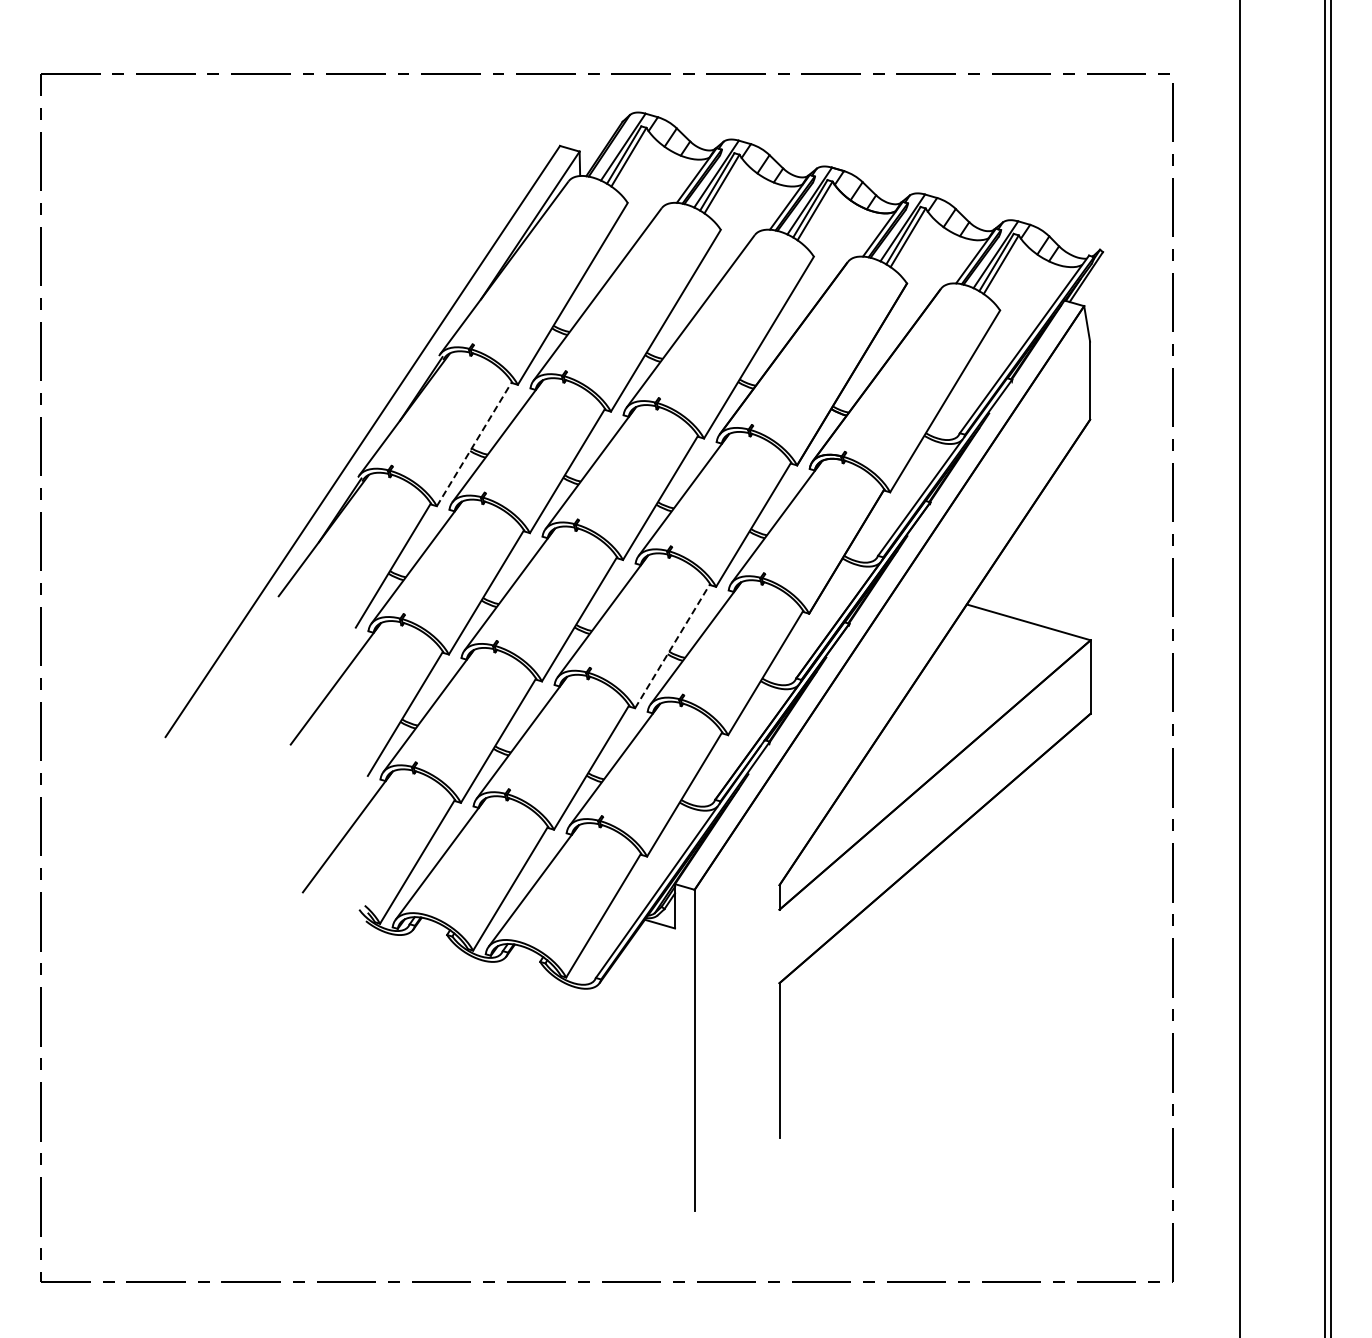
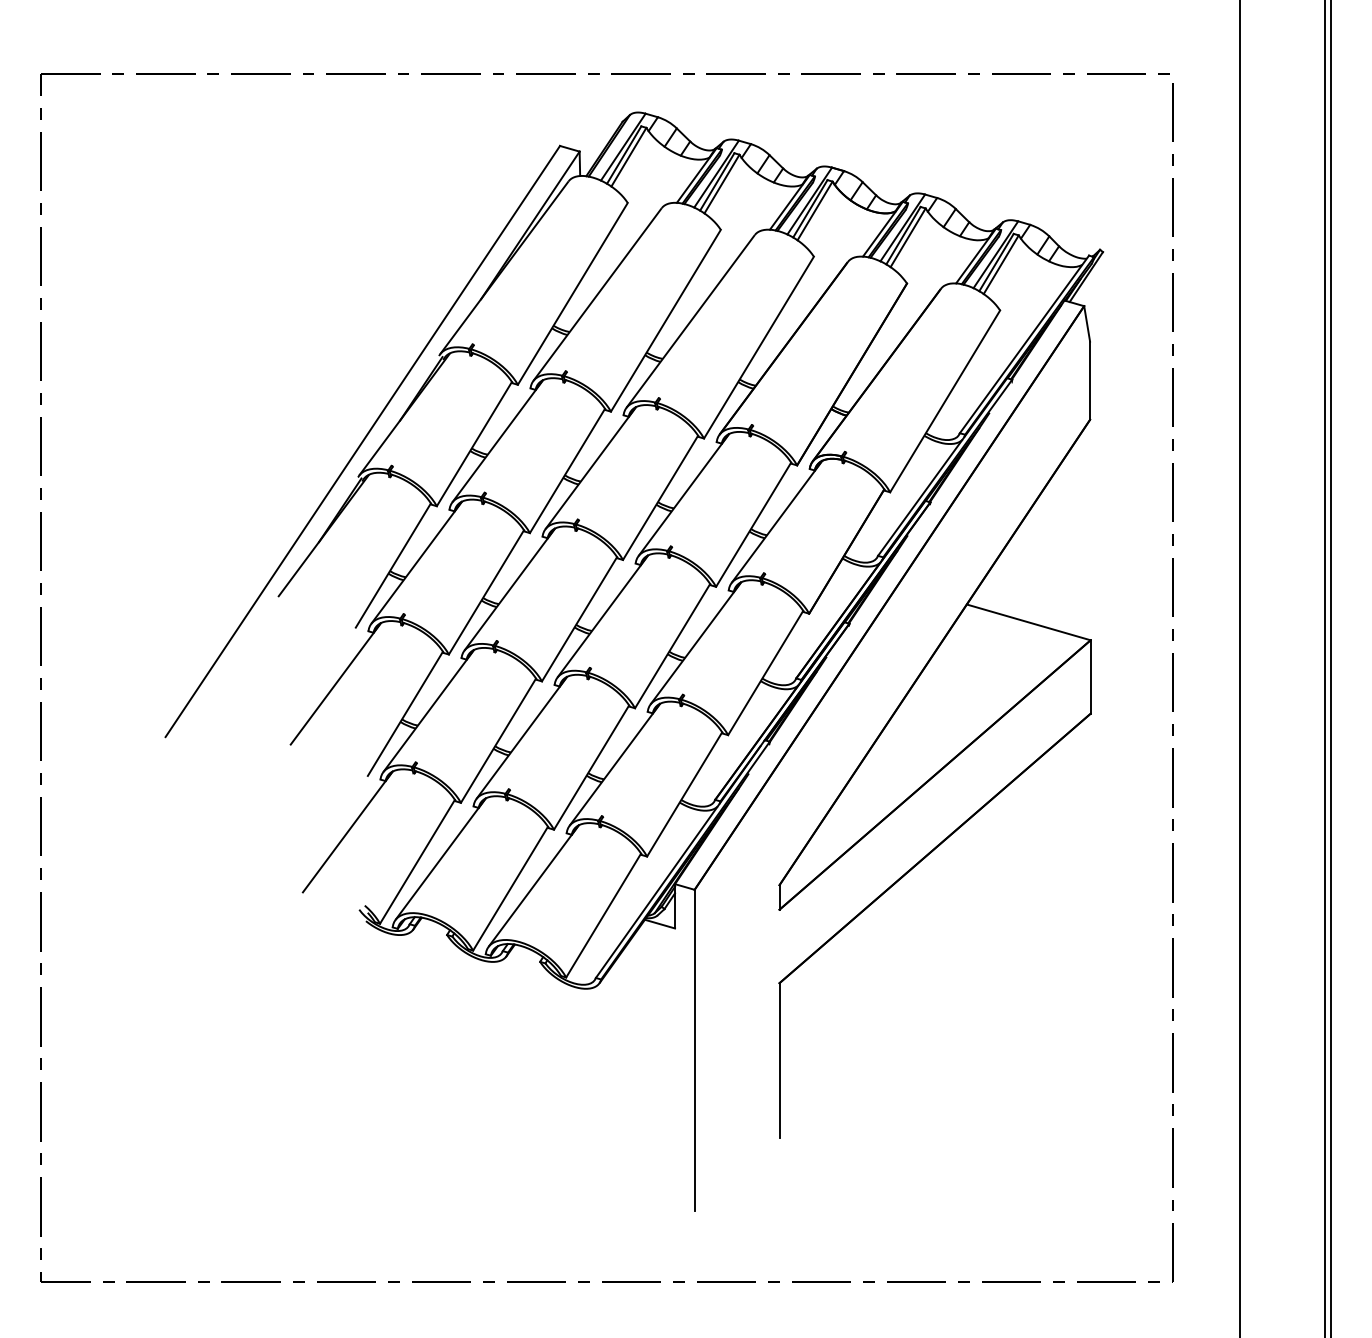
line at (474, 444): dashed -> solid
line at (672, 646): dashed -> solid
